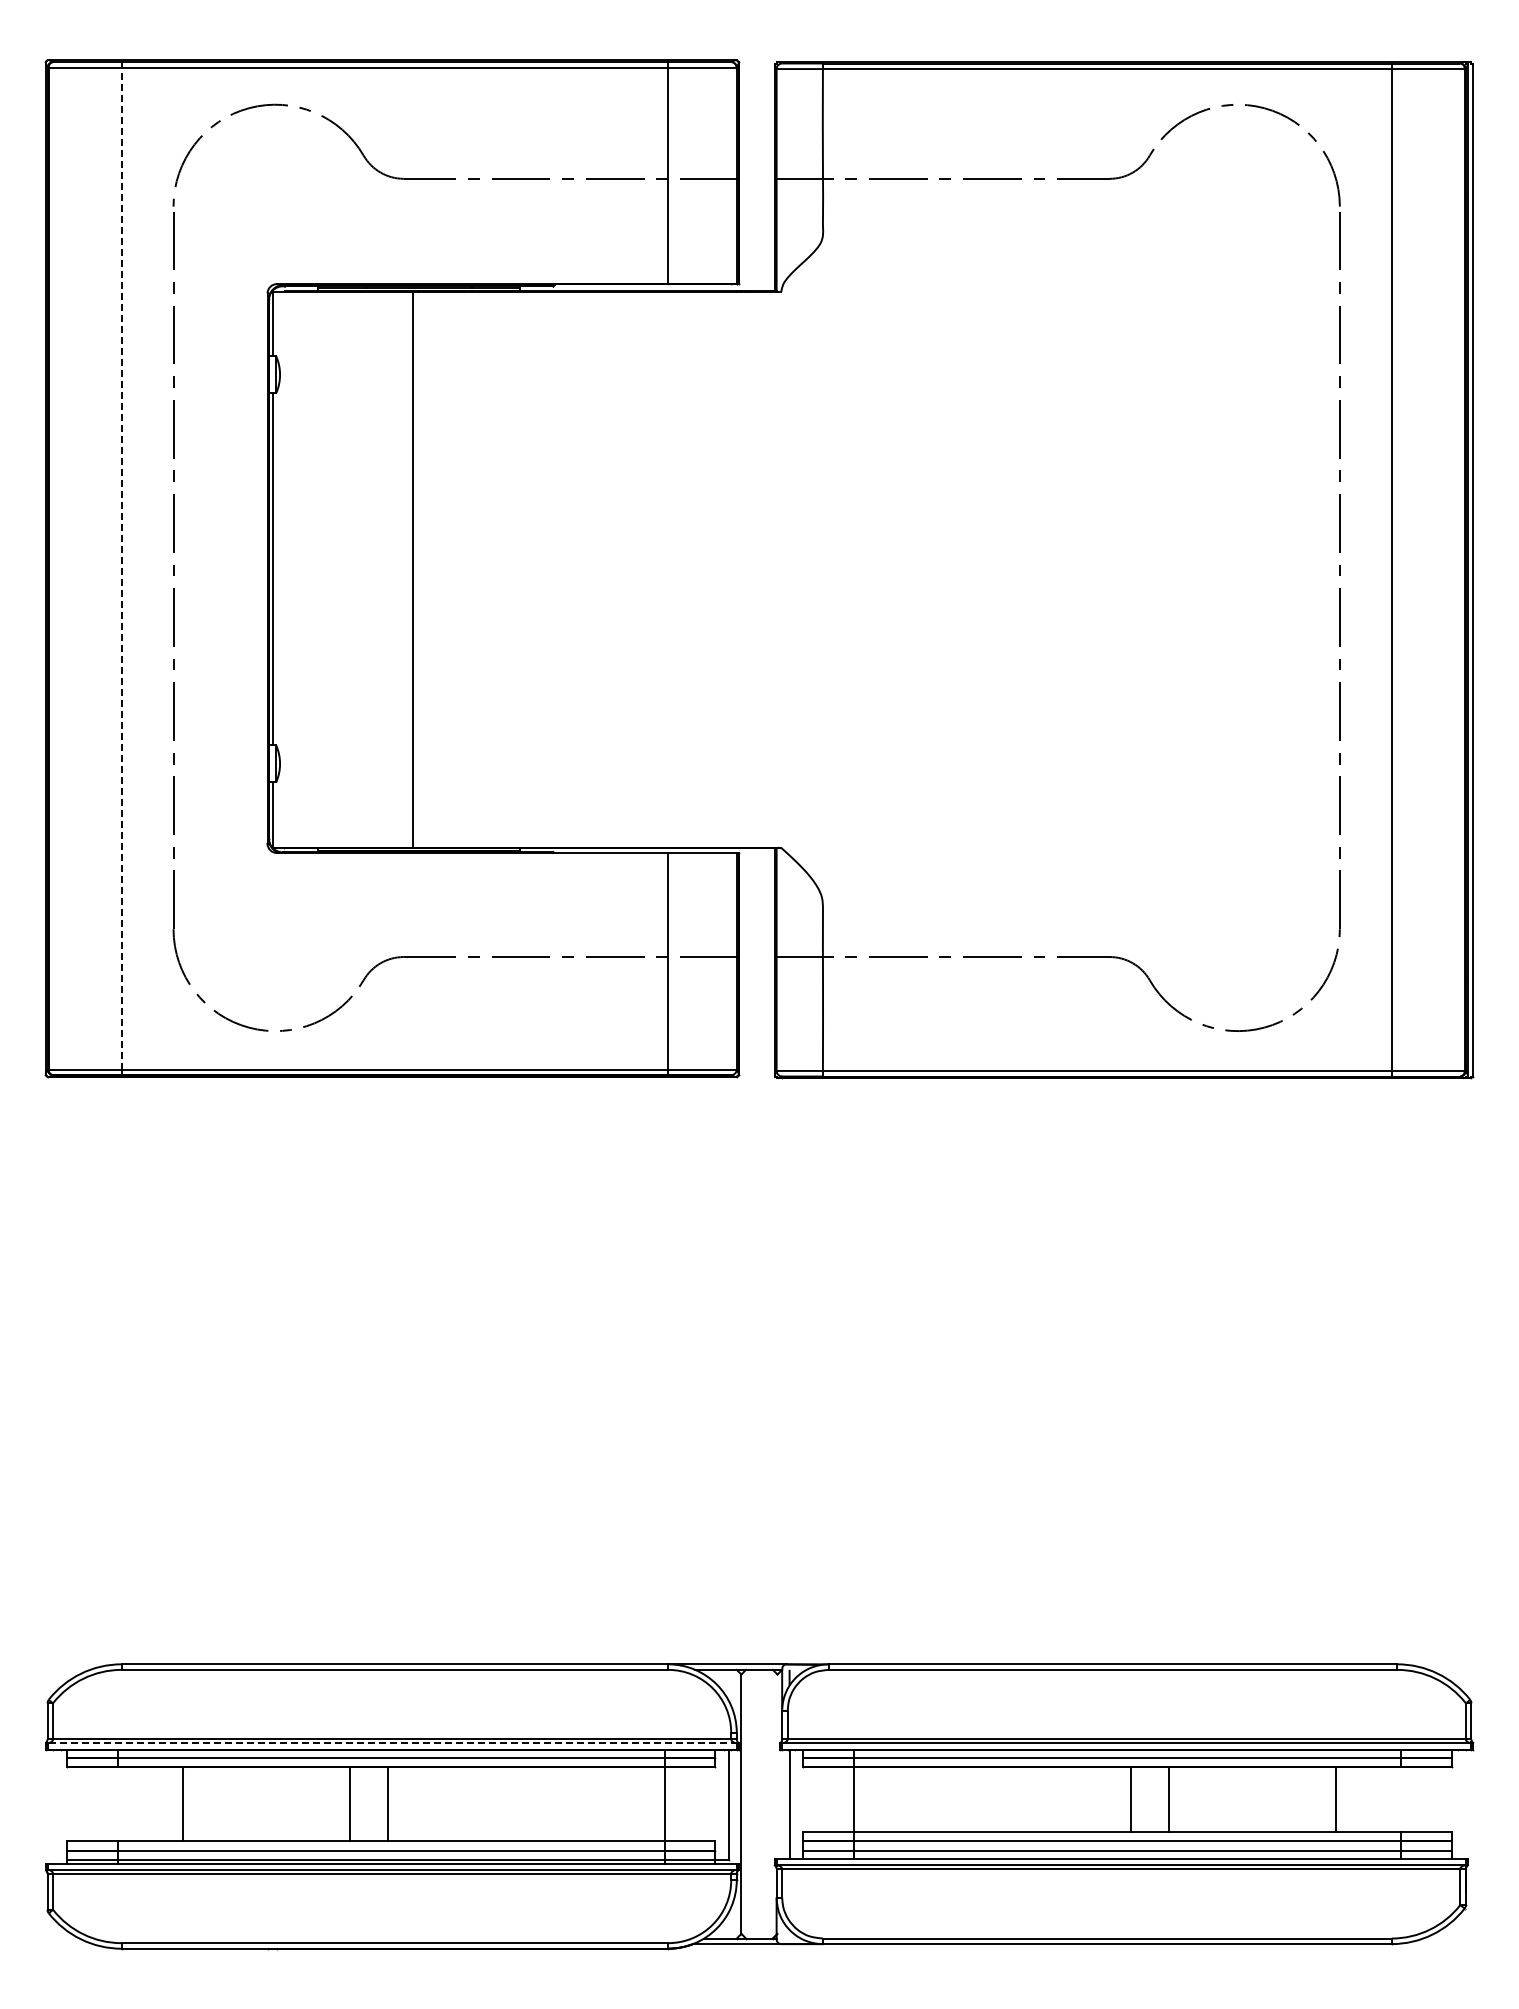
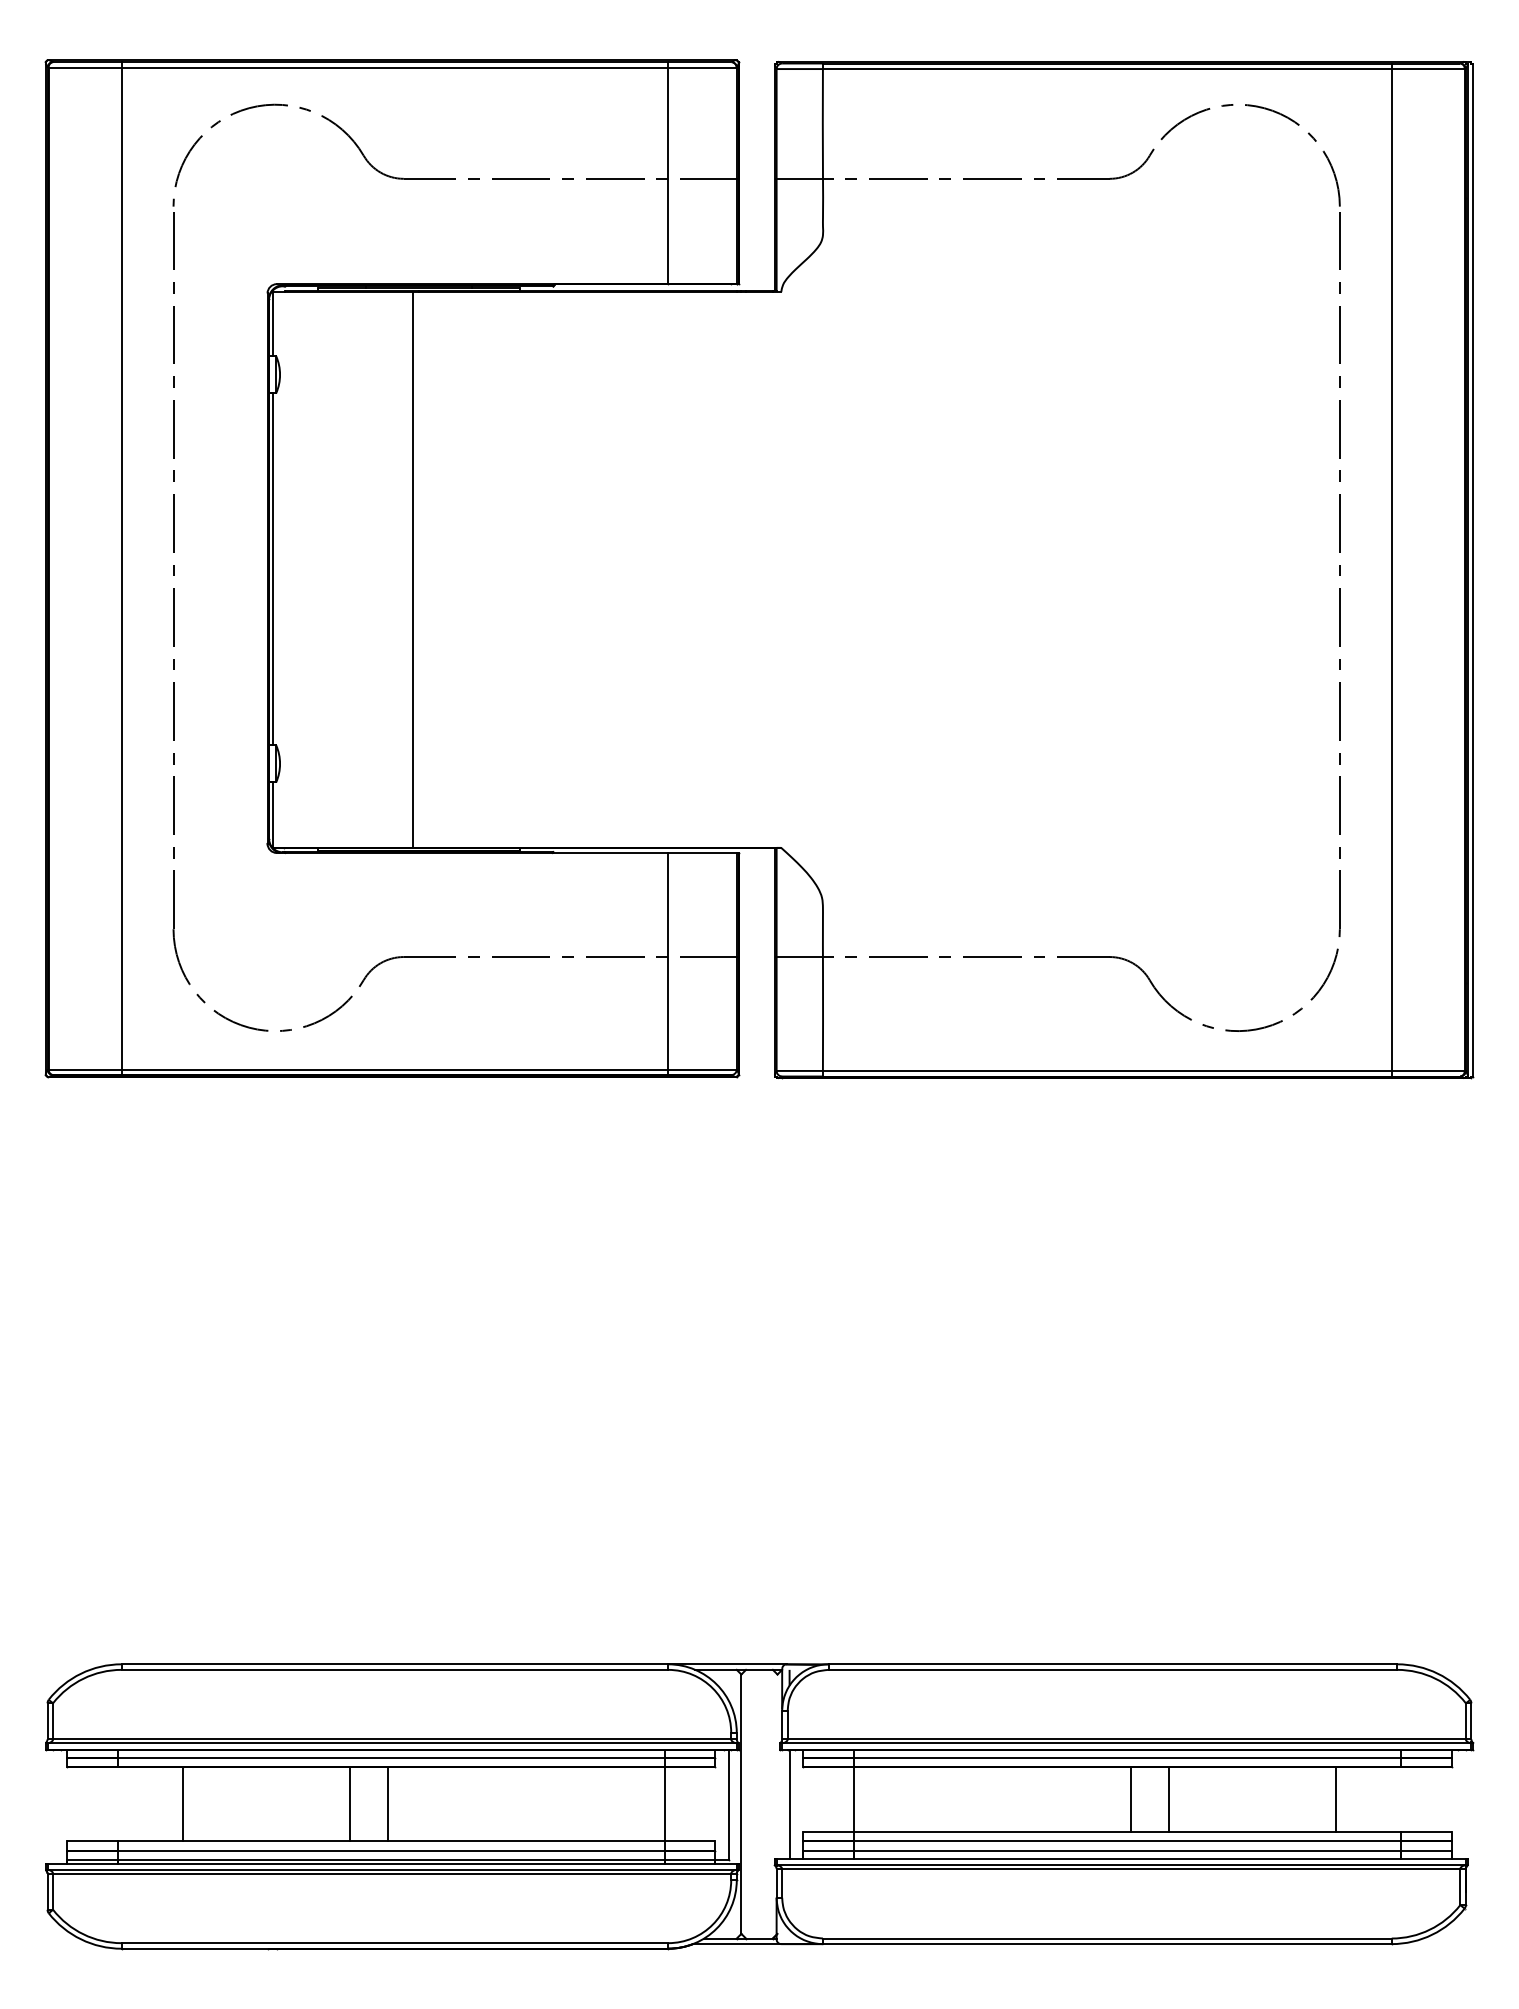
line at (121, 568): dashed -> solid
line at (392, 1743): dashed -> solid
